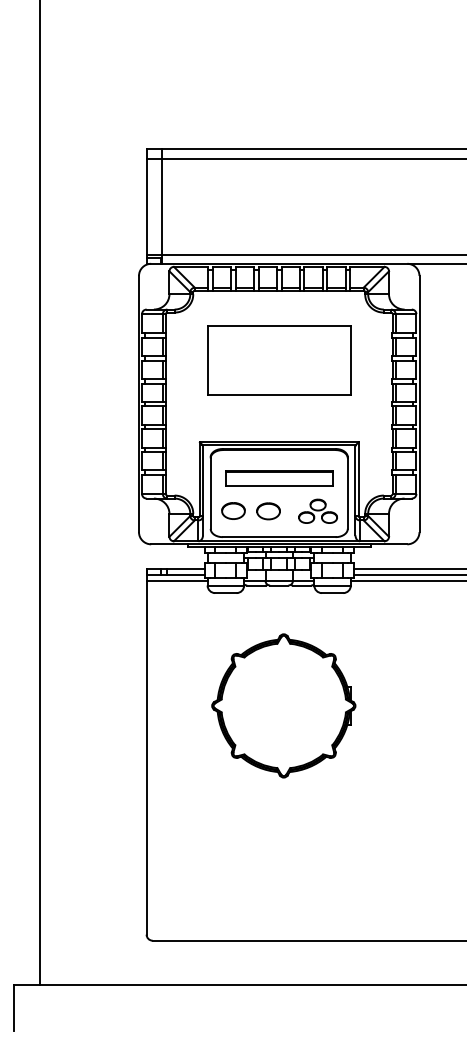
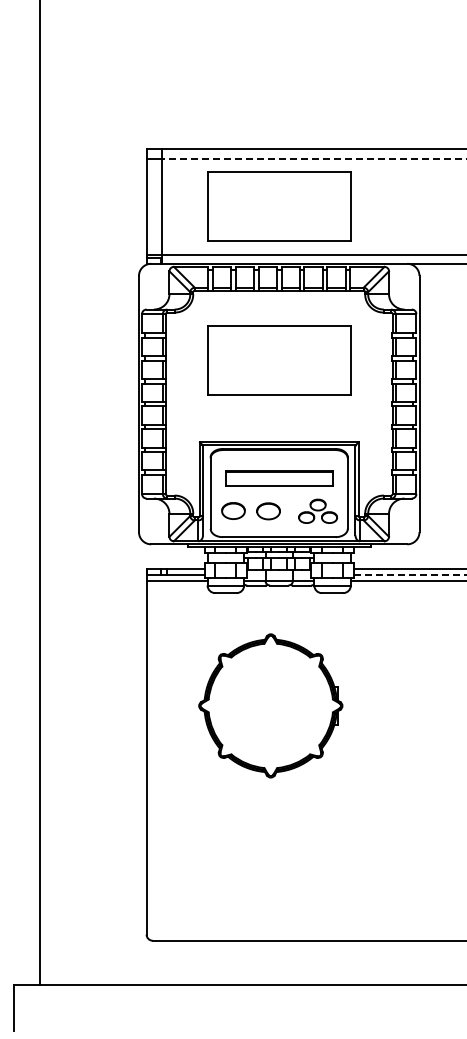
line at (313, 158): solid -> dashed
part at (279, 206): none -> present
line at (410, 574): solid -> dashed
part at (283, 705) position: (283, 705) -> (270, 705)
